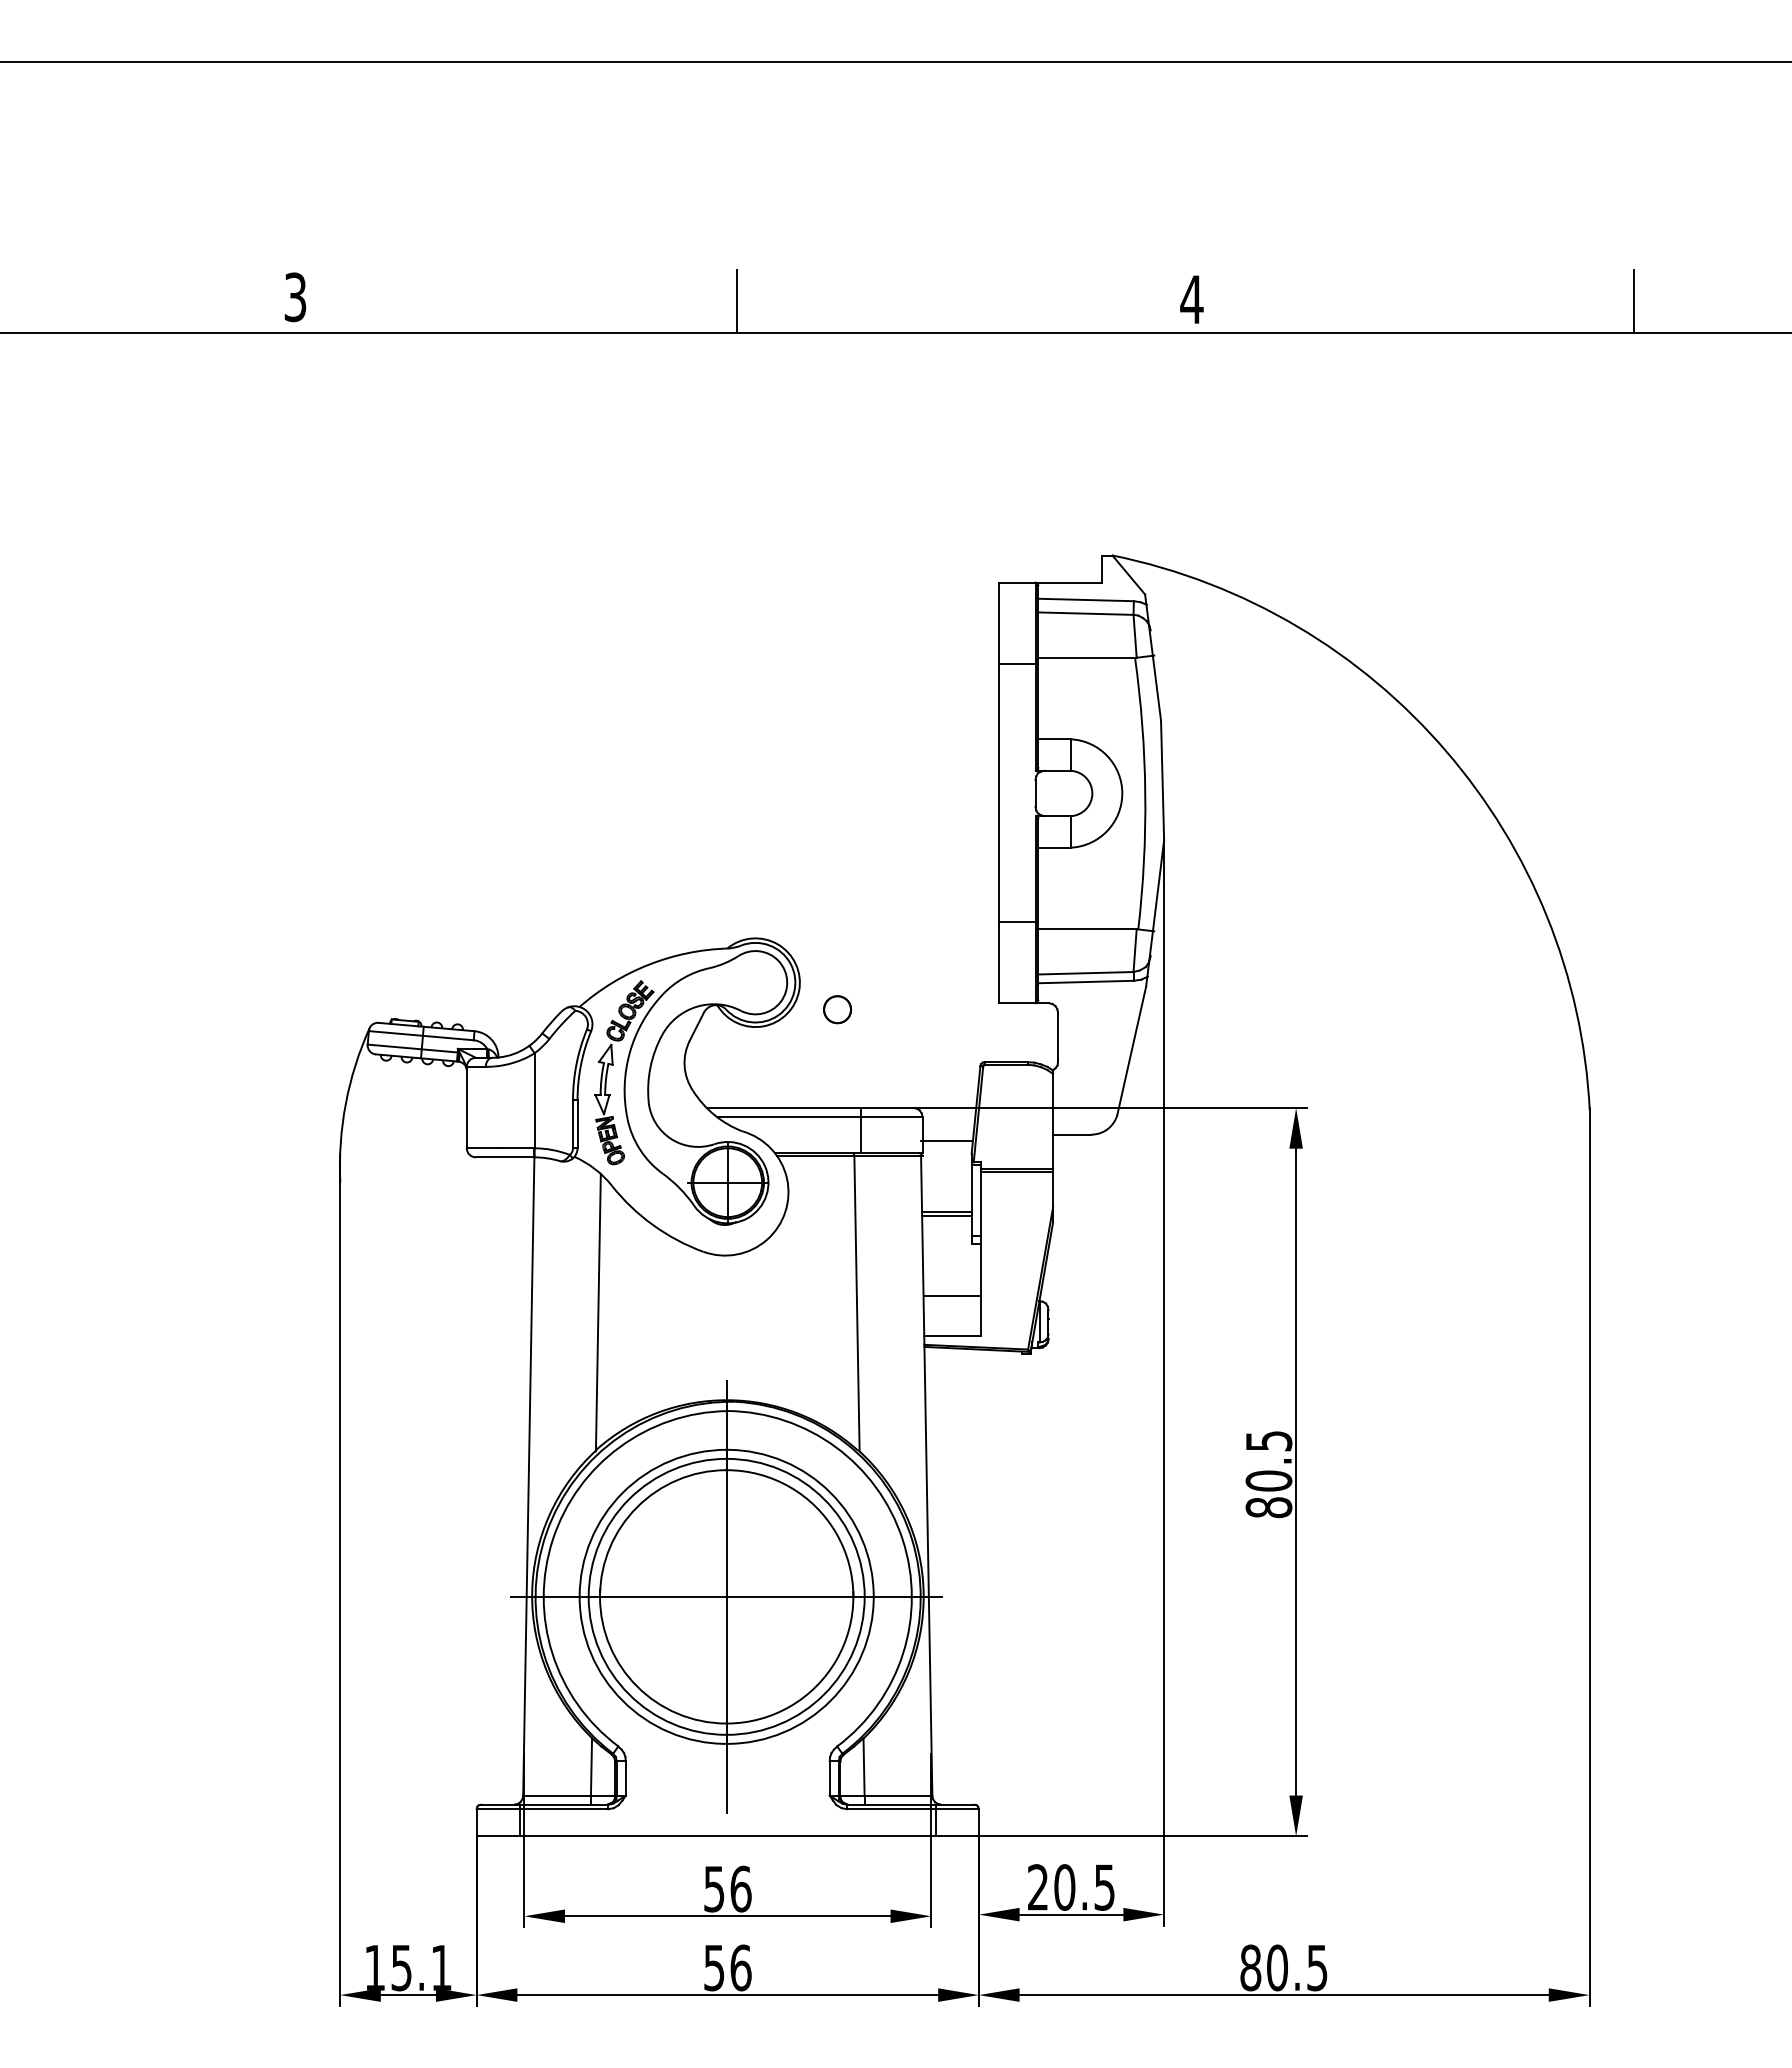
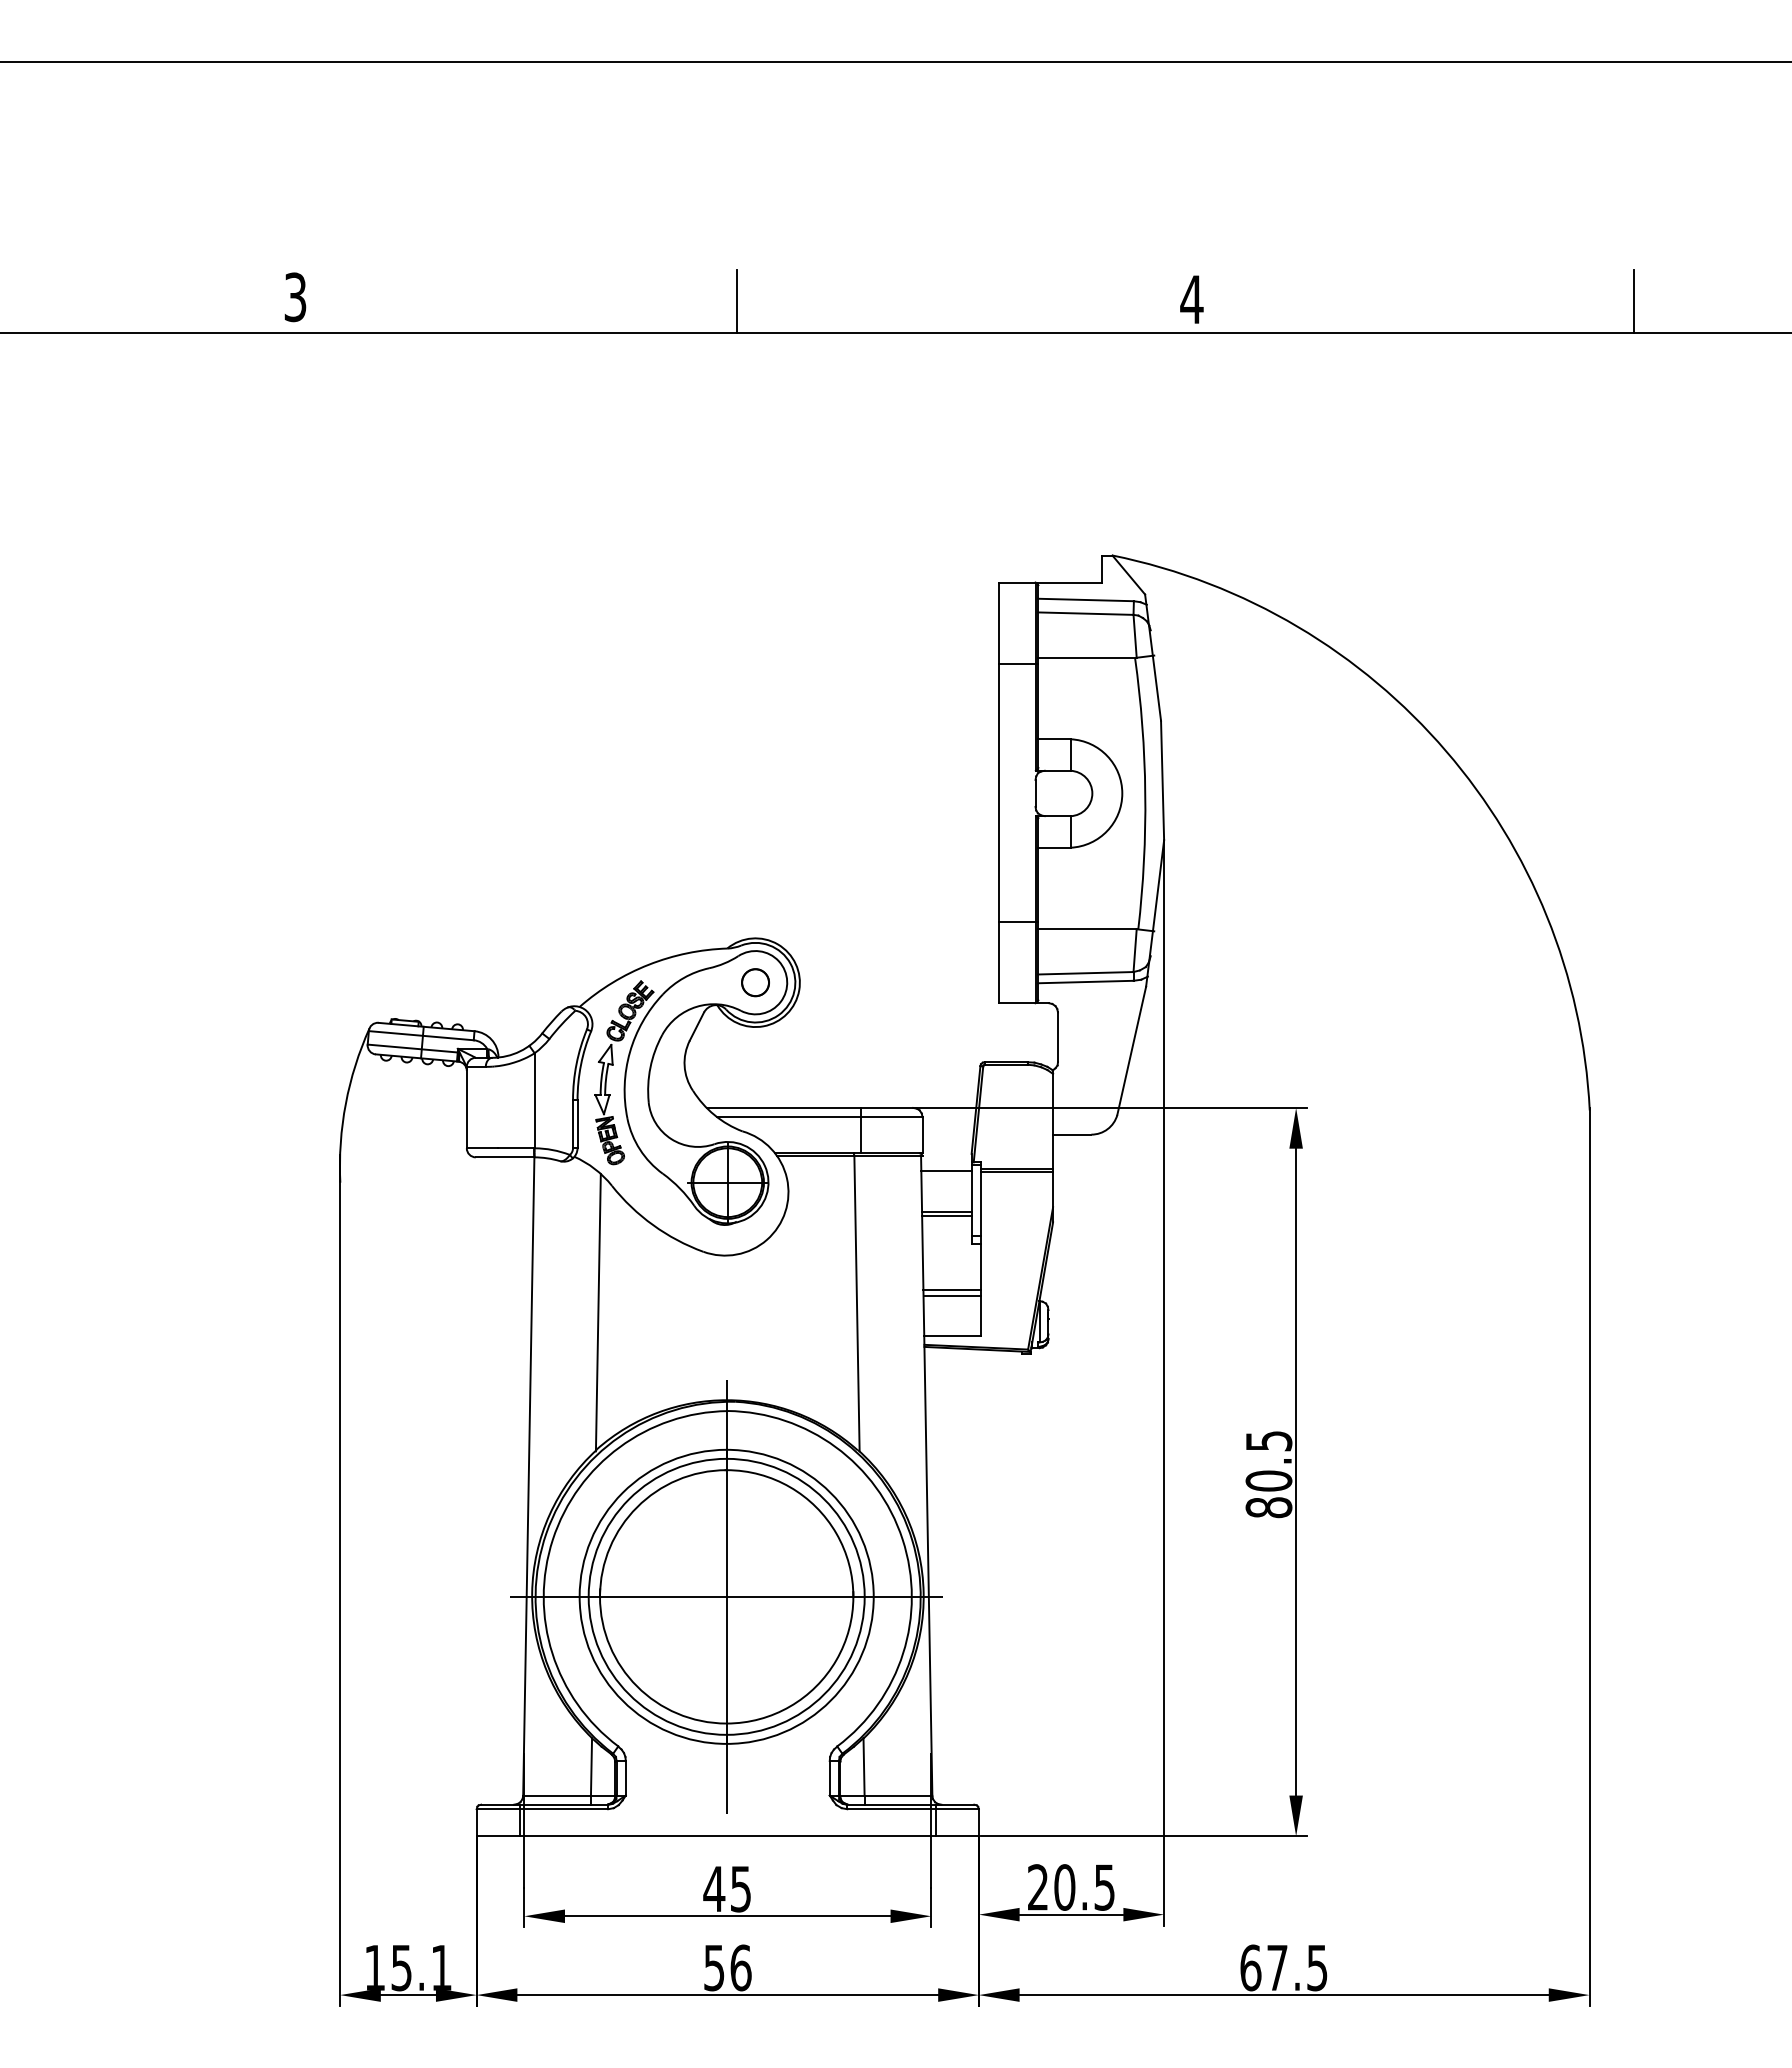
circle at (837, 1009) position: (837, 1009) -> (755, 982)
line at (946, 1140) position: (946, 1140) -> (946, 1170)
line at (951, 1289): none -> present
text at (727, 1888): 56 -> 45
text at (1263, 1967): 80.5 -> 67.5
